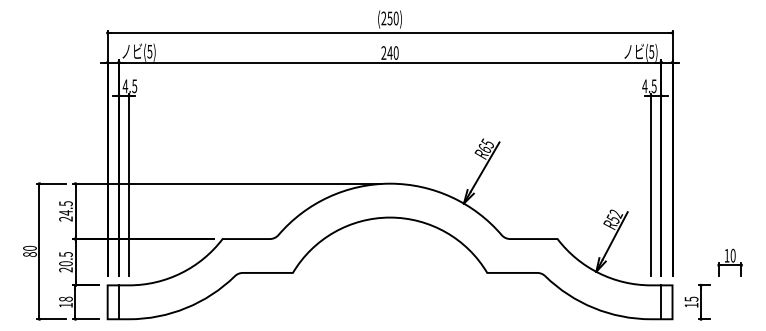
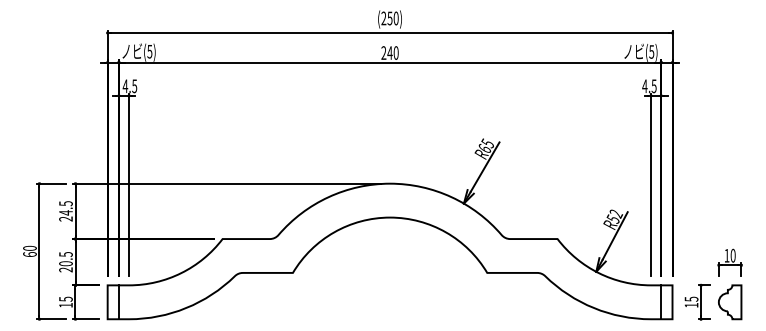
text at (29, 254): 80 -> 60
text at (65, 298): 18 -> 15
part at (730, 302): none -> present
